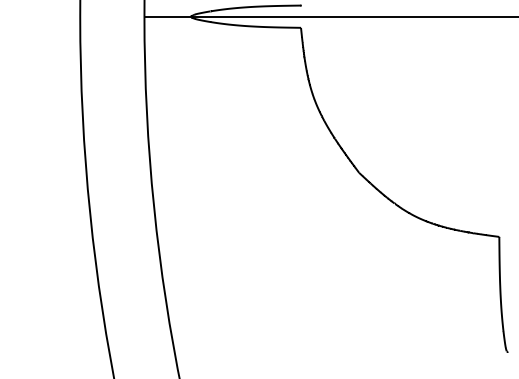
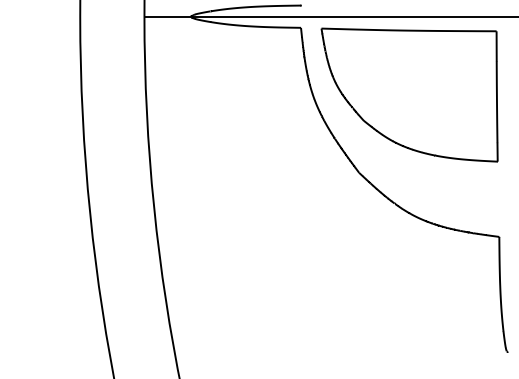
part at (409, 94): none -> present
